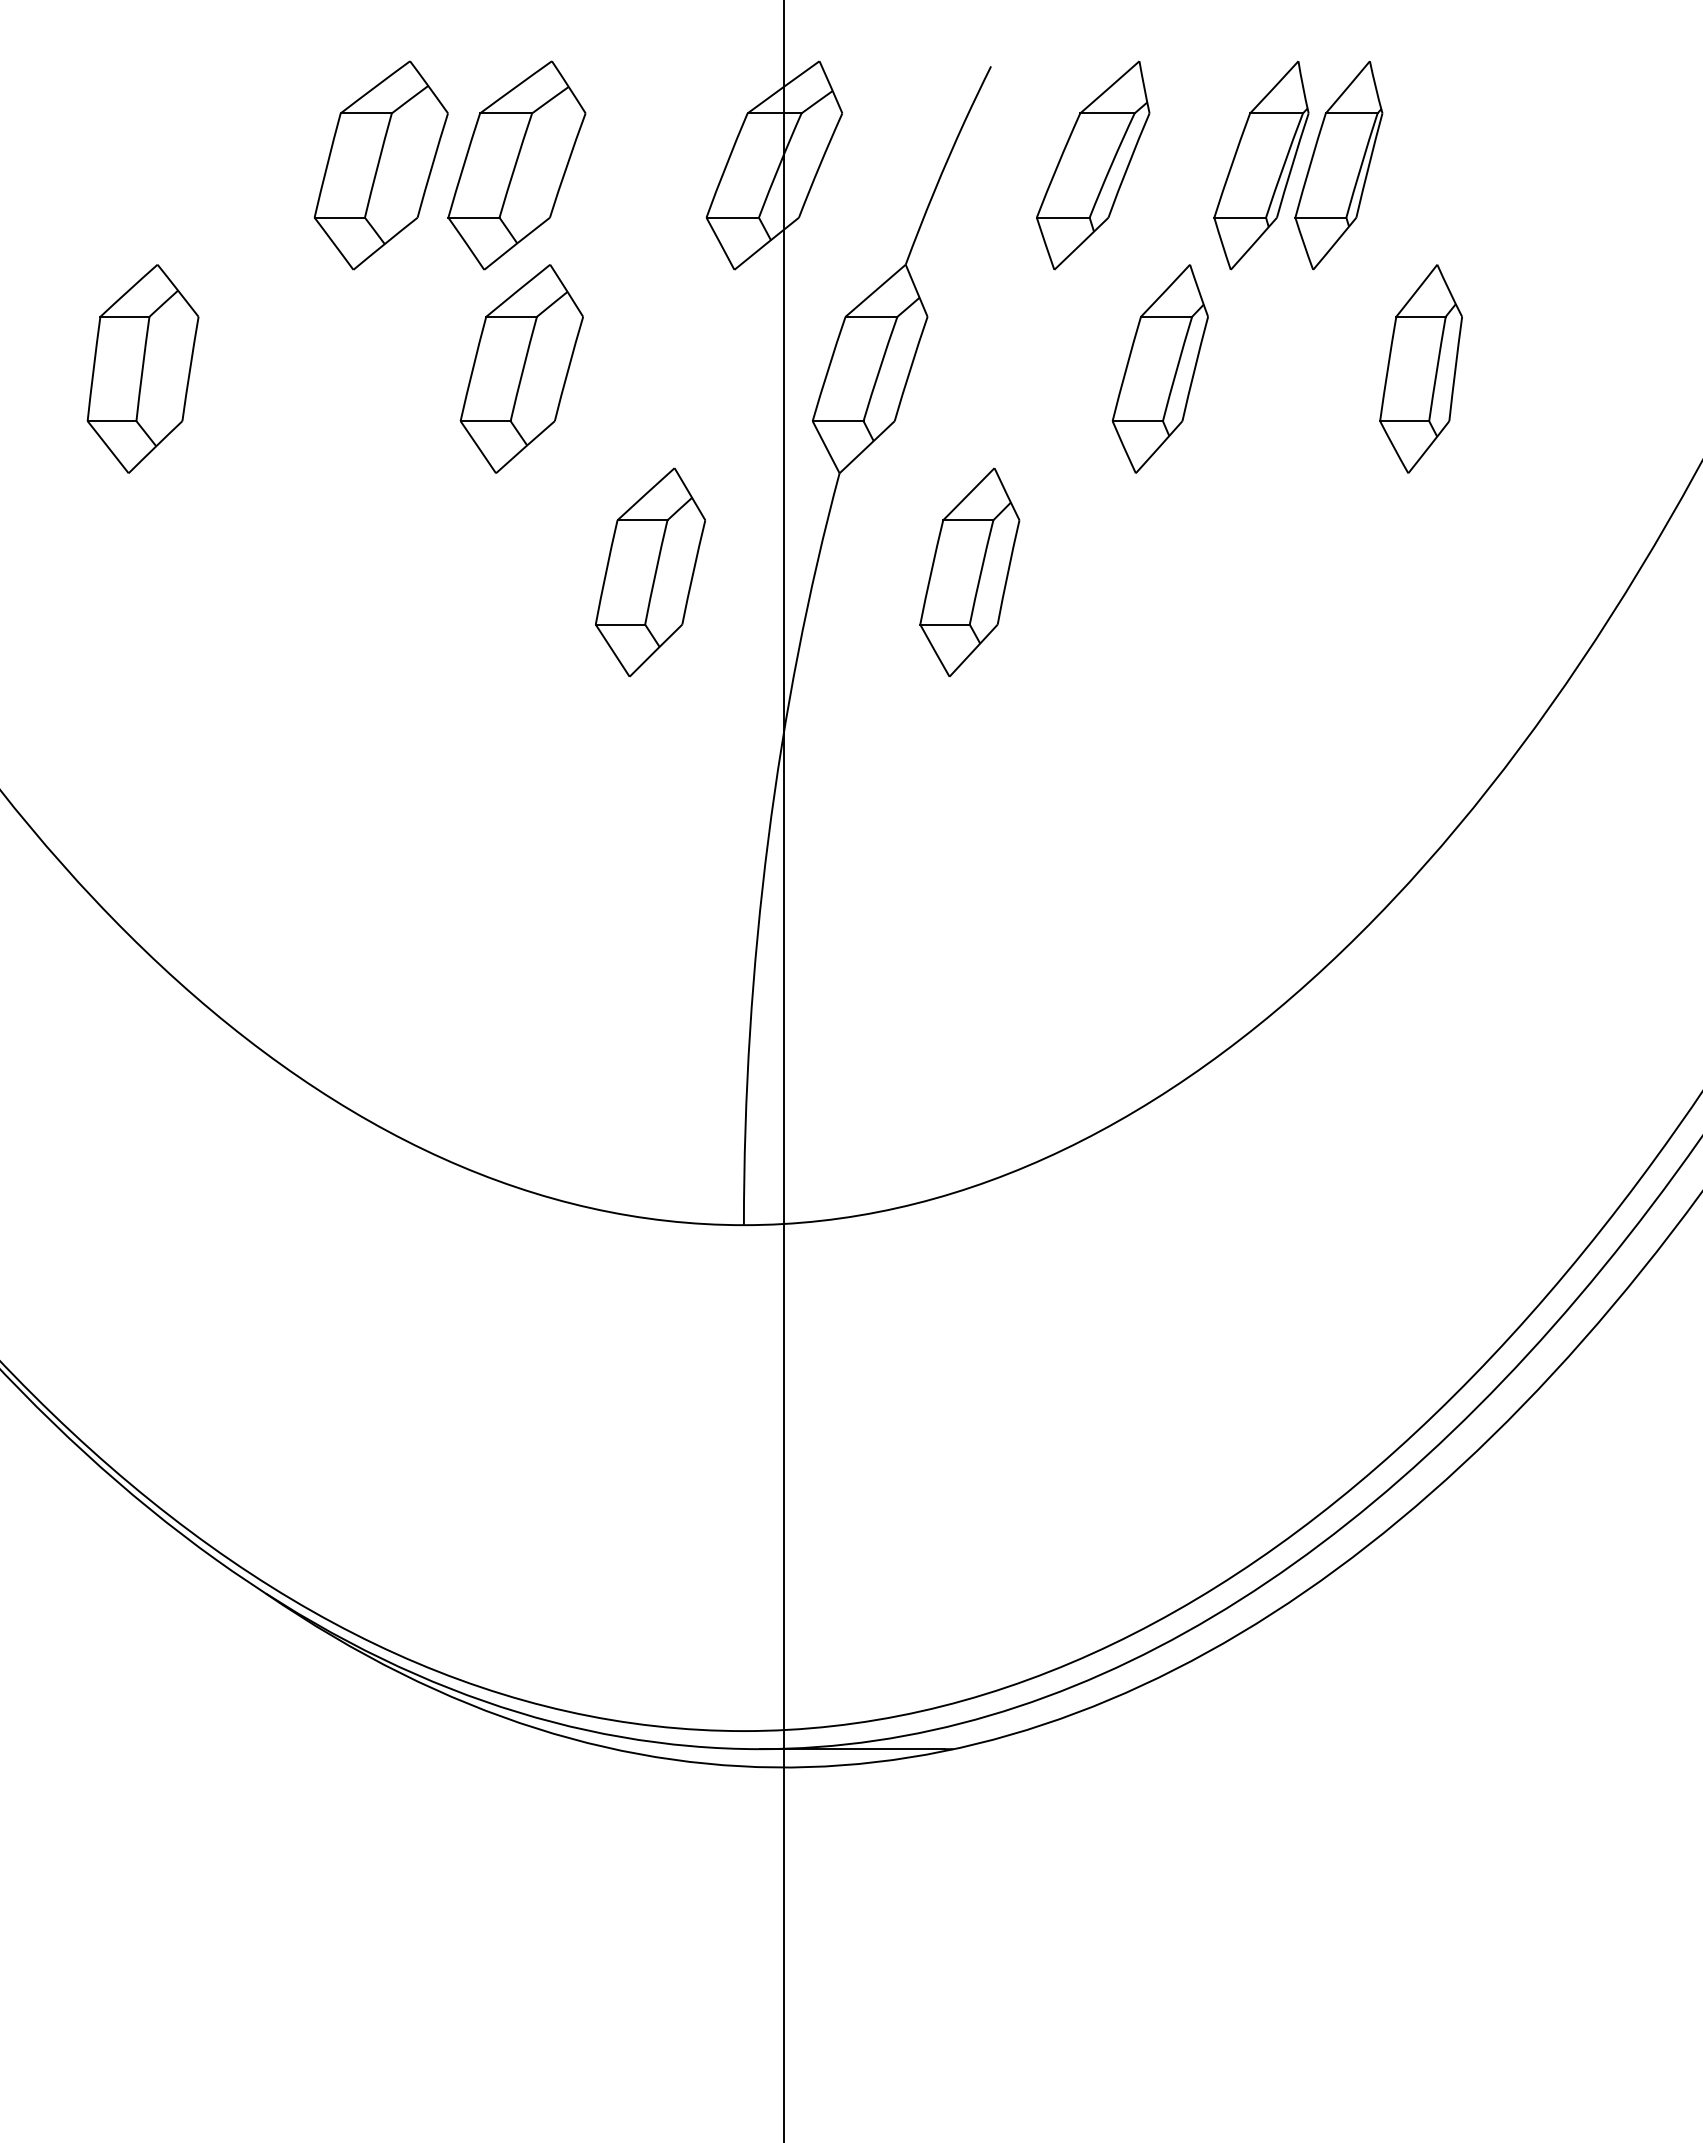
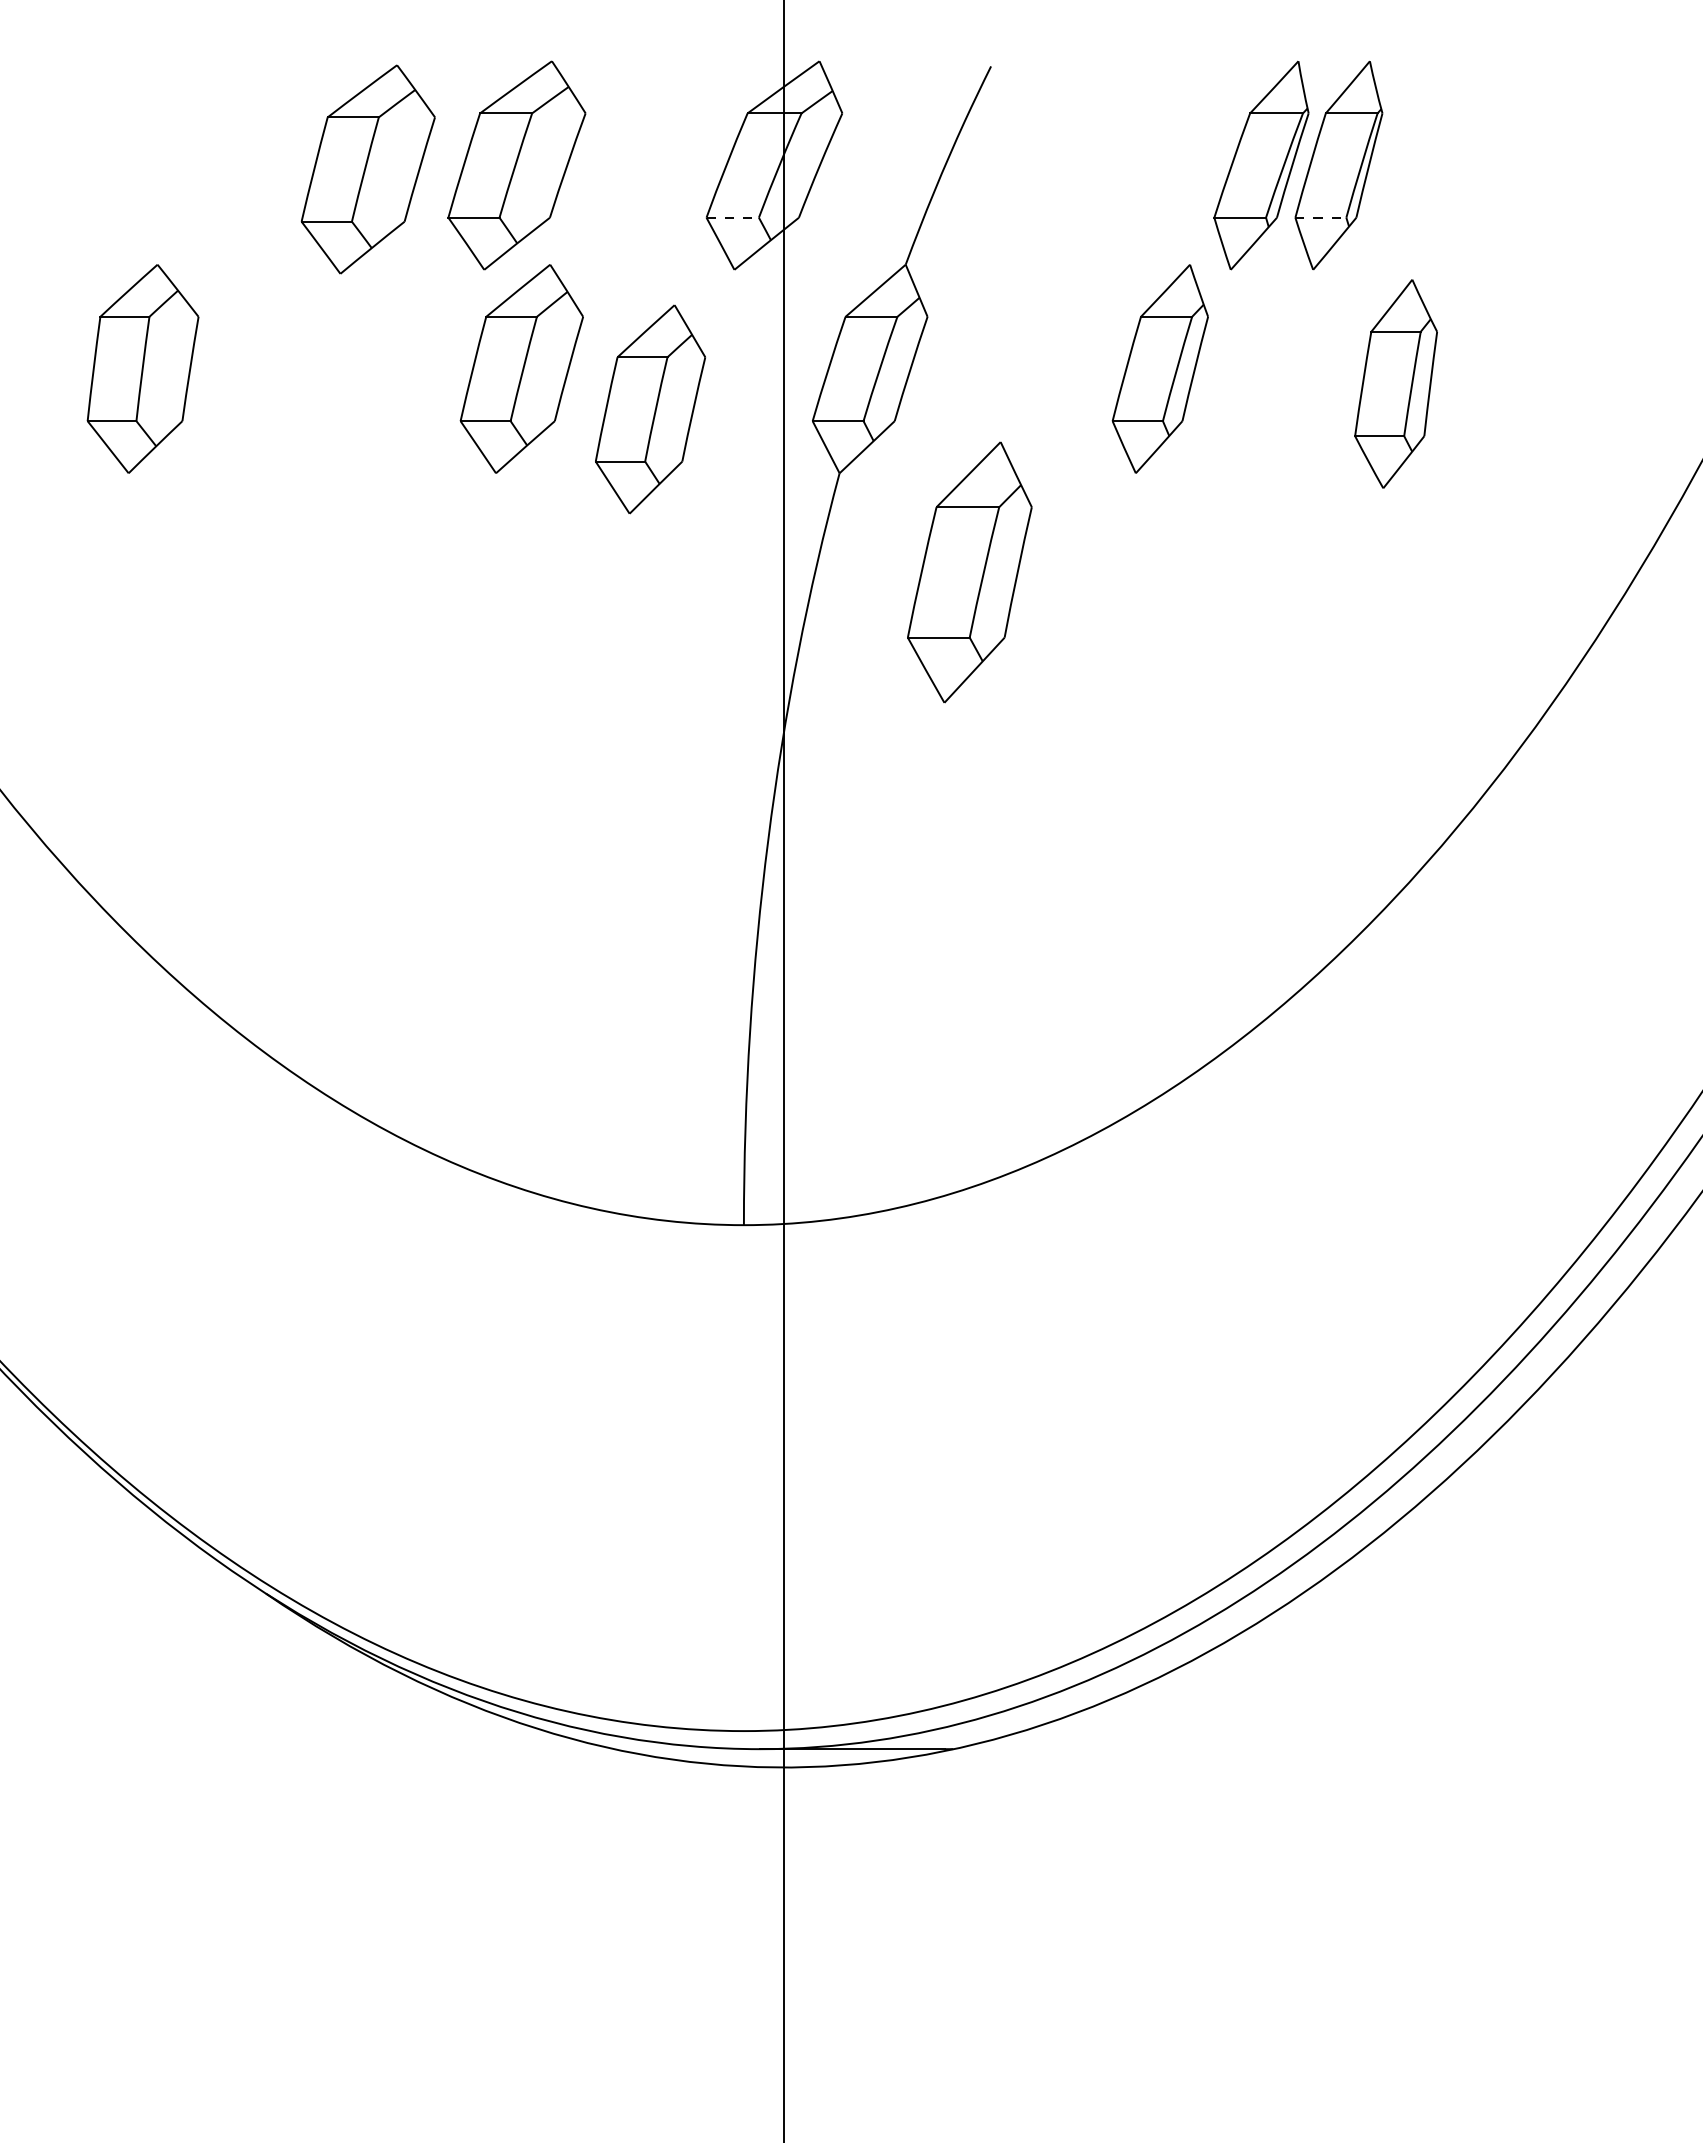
part at (380, 165) position: (380, 165) -> (367, 169)
part at (1093, 165): present -> none
line at (733, 217): solid -> dashed
line at (1321, 217): solid -> dashed
part at (1420, 368) position: (1420, 368) -> (1395, 383)
part at (650, 572) position: (650, 572) -> (650, 409)
part at (969, 572) size: 102x211 px -> 126x263 px
